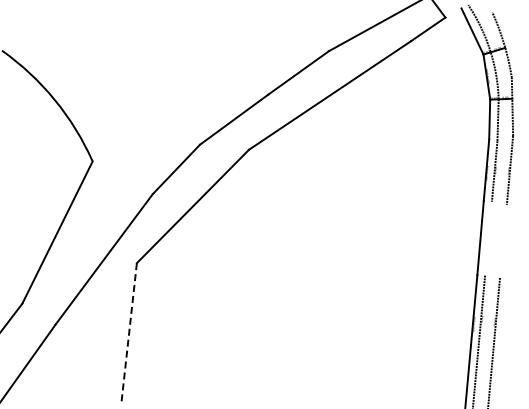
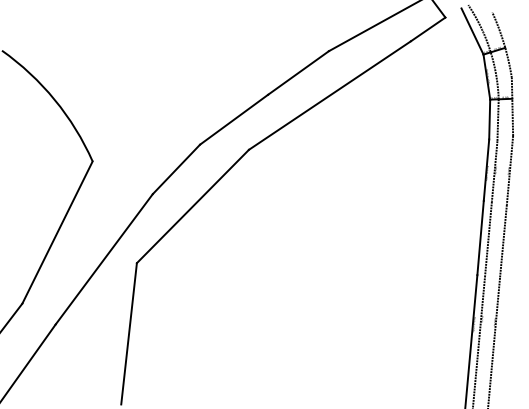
line at (488, 238): none -> present
line at (503, 240): none -> present
line at (129, 334): dashed -> solid
